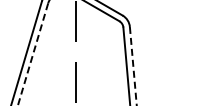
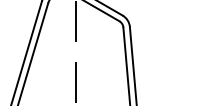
line at (32, 54): dashed -> solid
line at (133, 66): dashed -> solid
